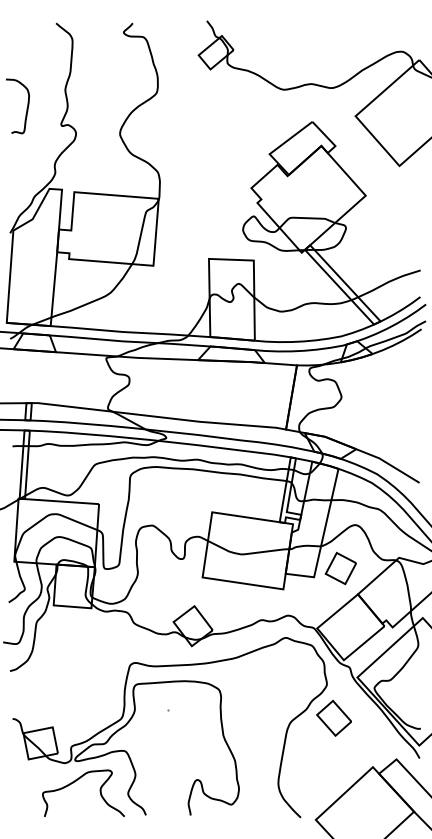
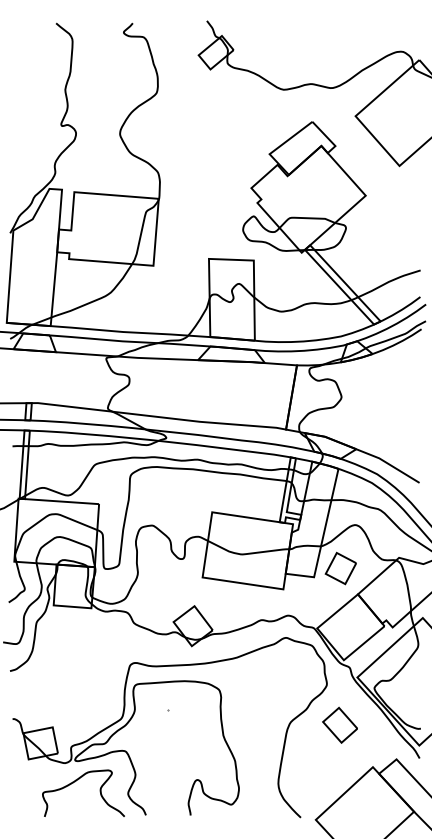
curve at (26, 108): present -> none
part at (333, 717) position: (333, 717) -> (339, 724)
